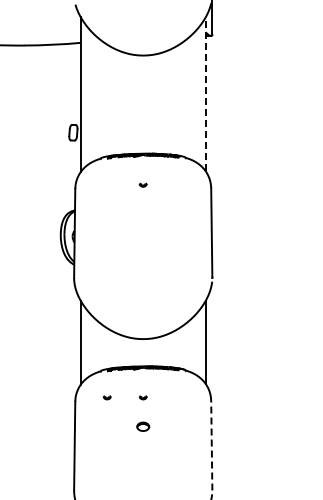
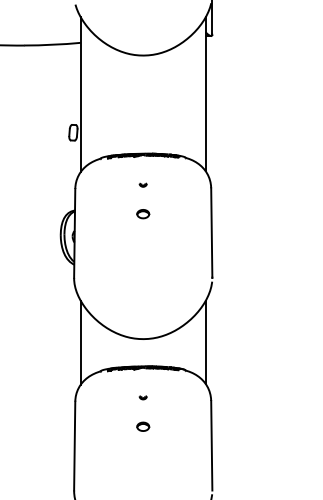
line at (205, 94): dashed -> solid
part at (143, 214): none -> present
part at (106, 397): present -> none
line at (211, 445): dashed -> solid
